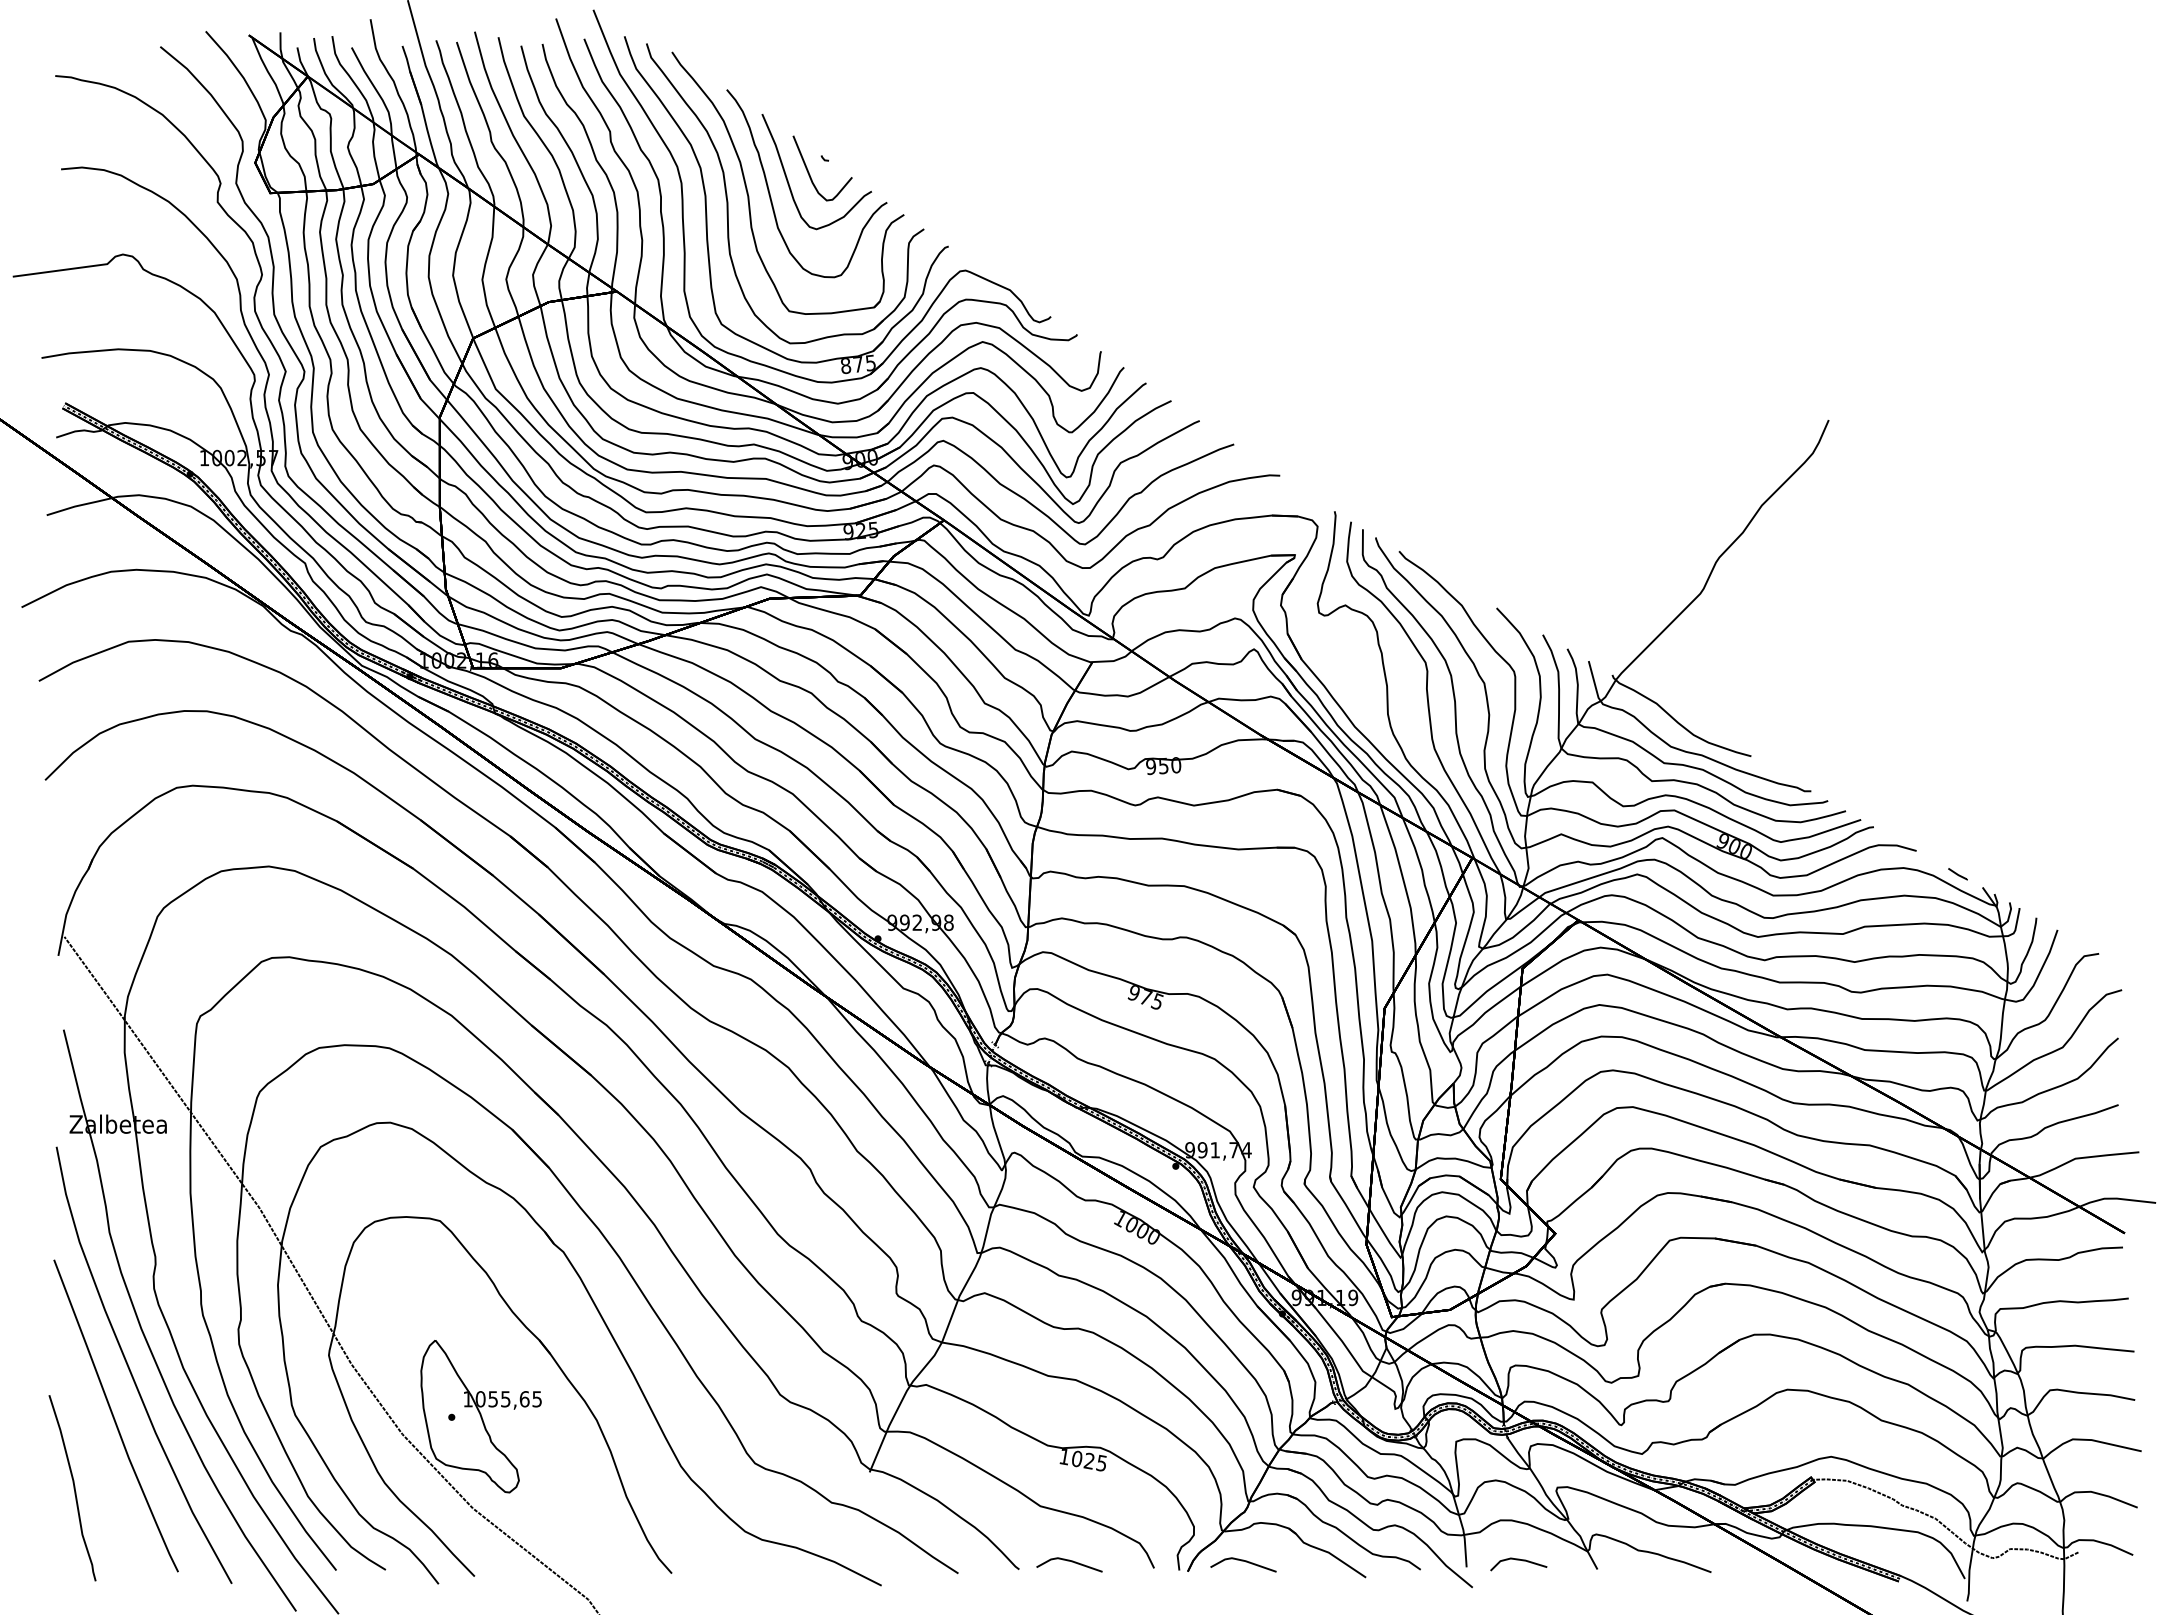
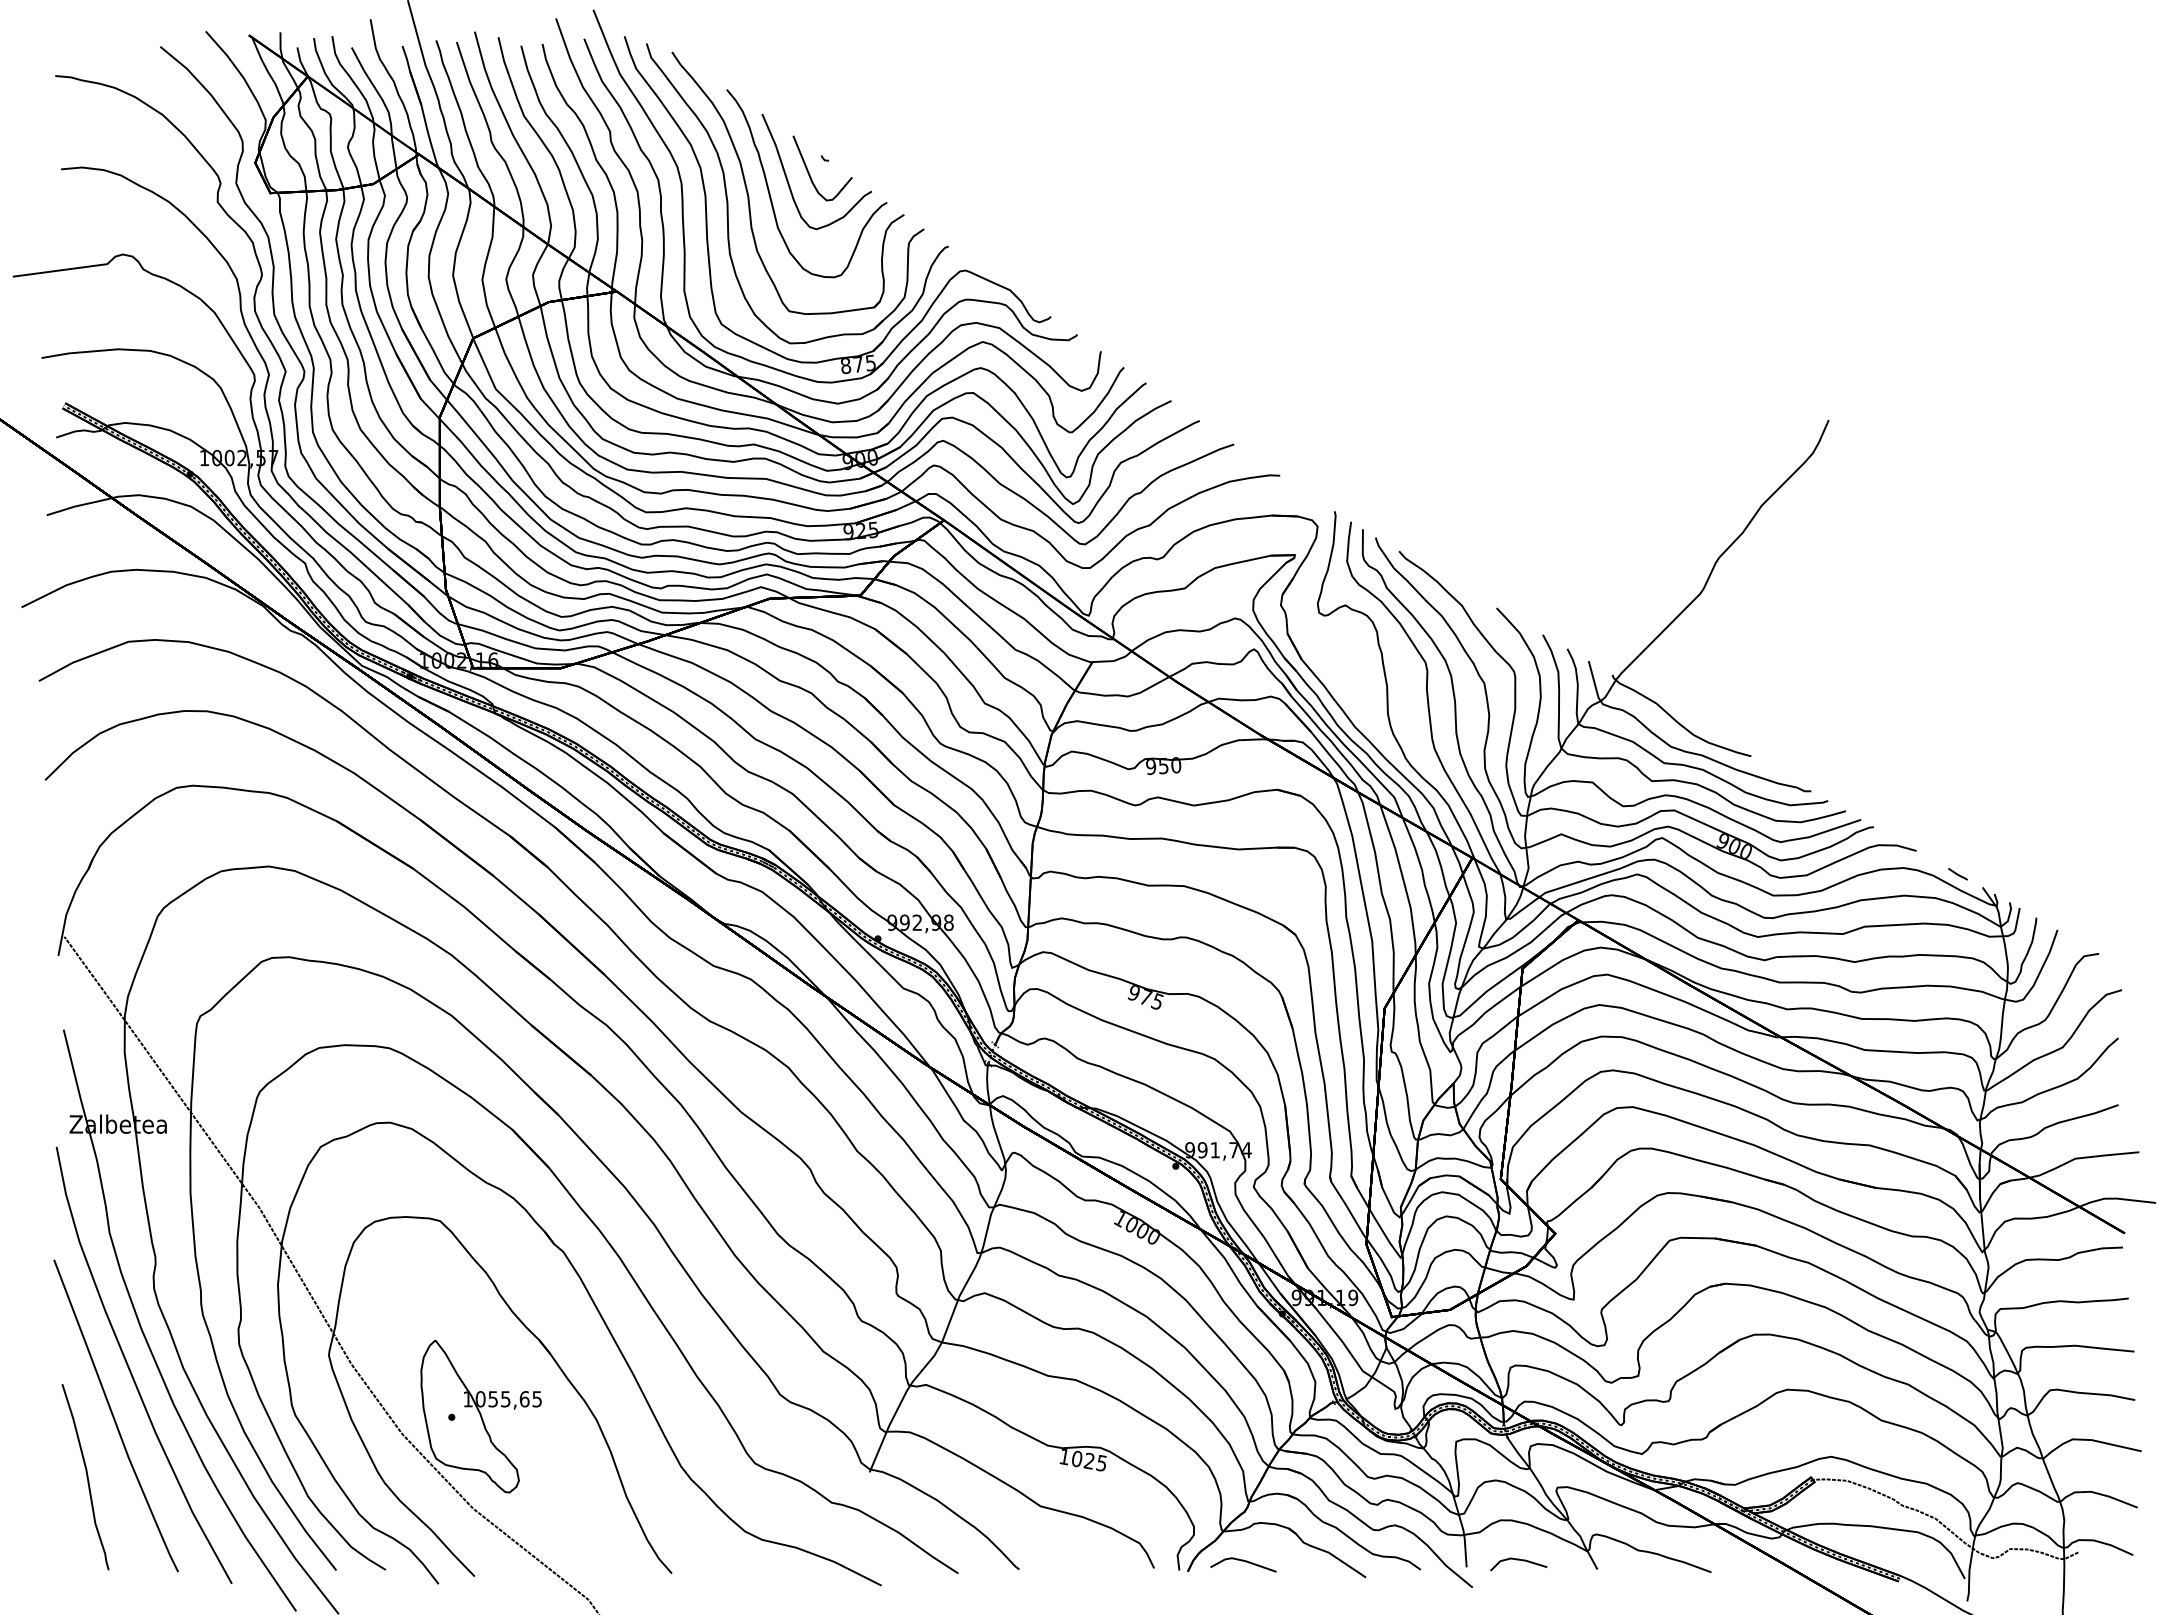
curve at (73, 1488) position: (73, 1488) -> (86, 1477)
line at (1071, 1562): present -> none
